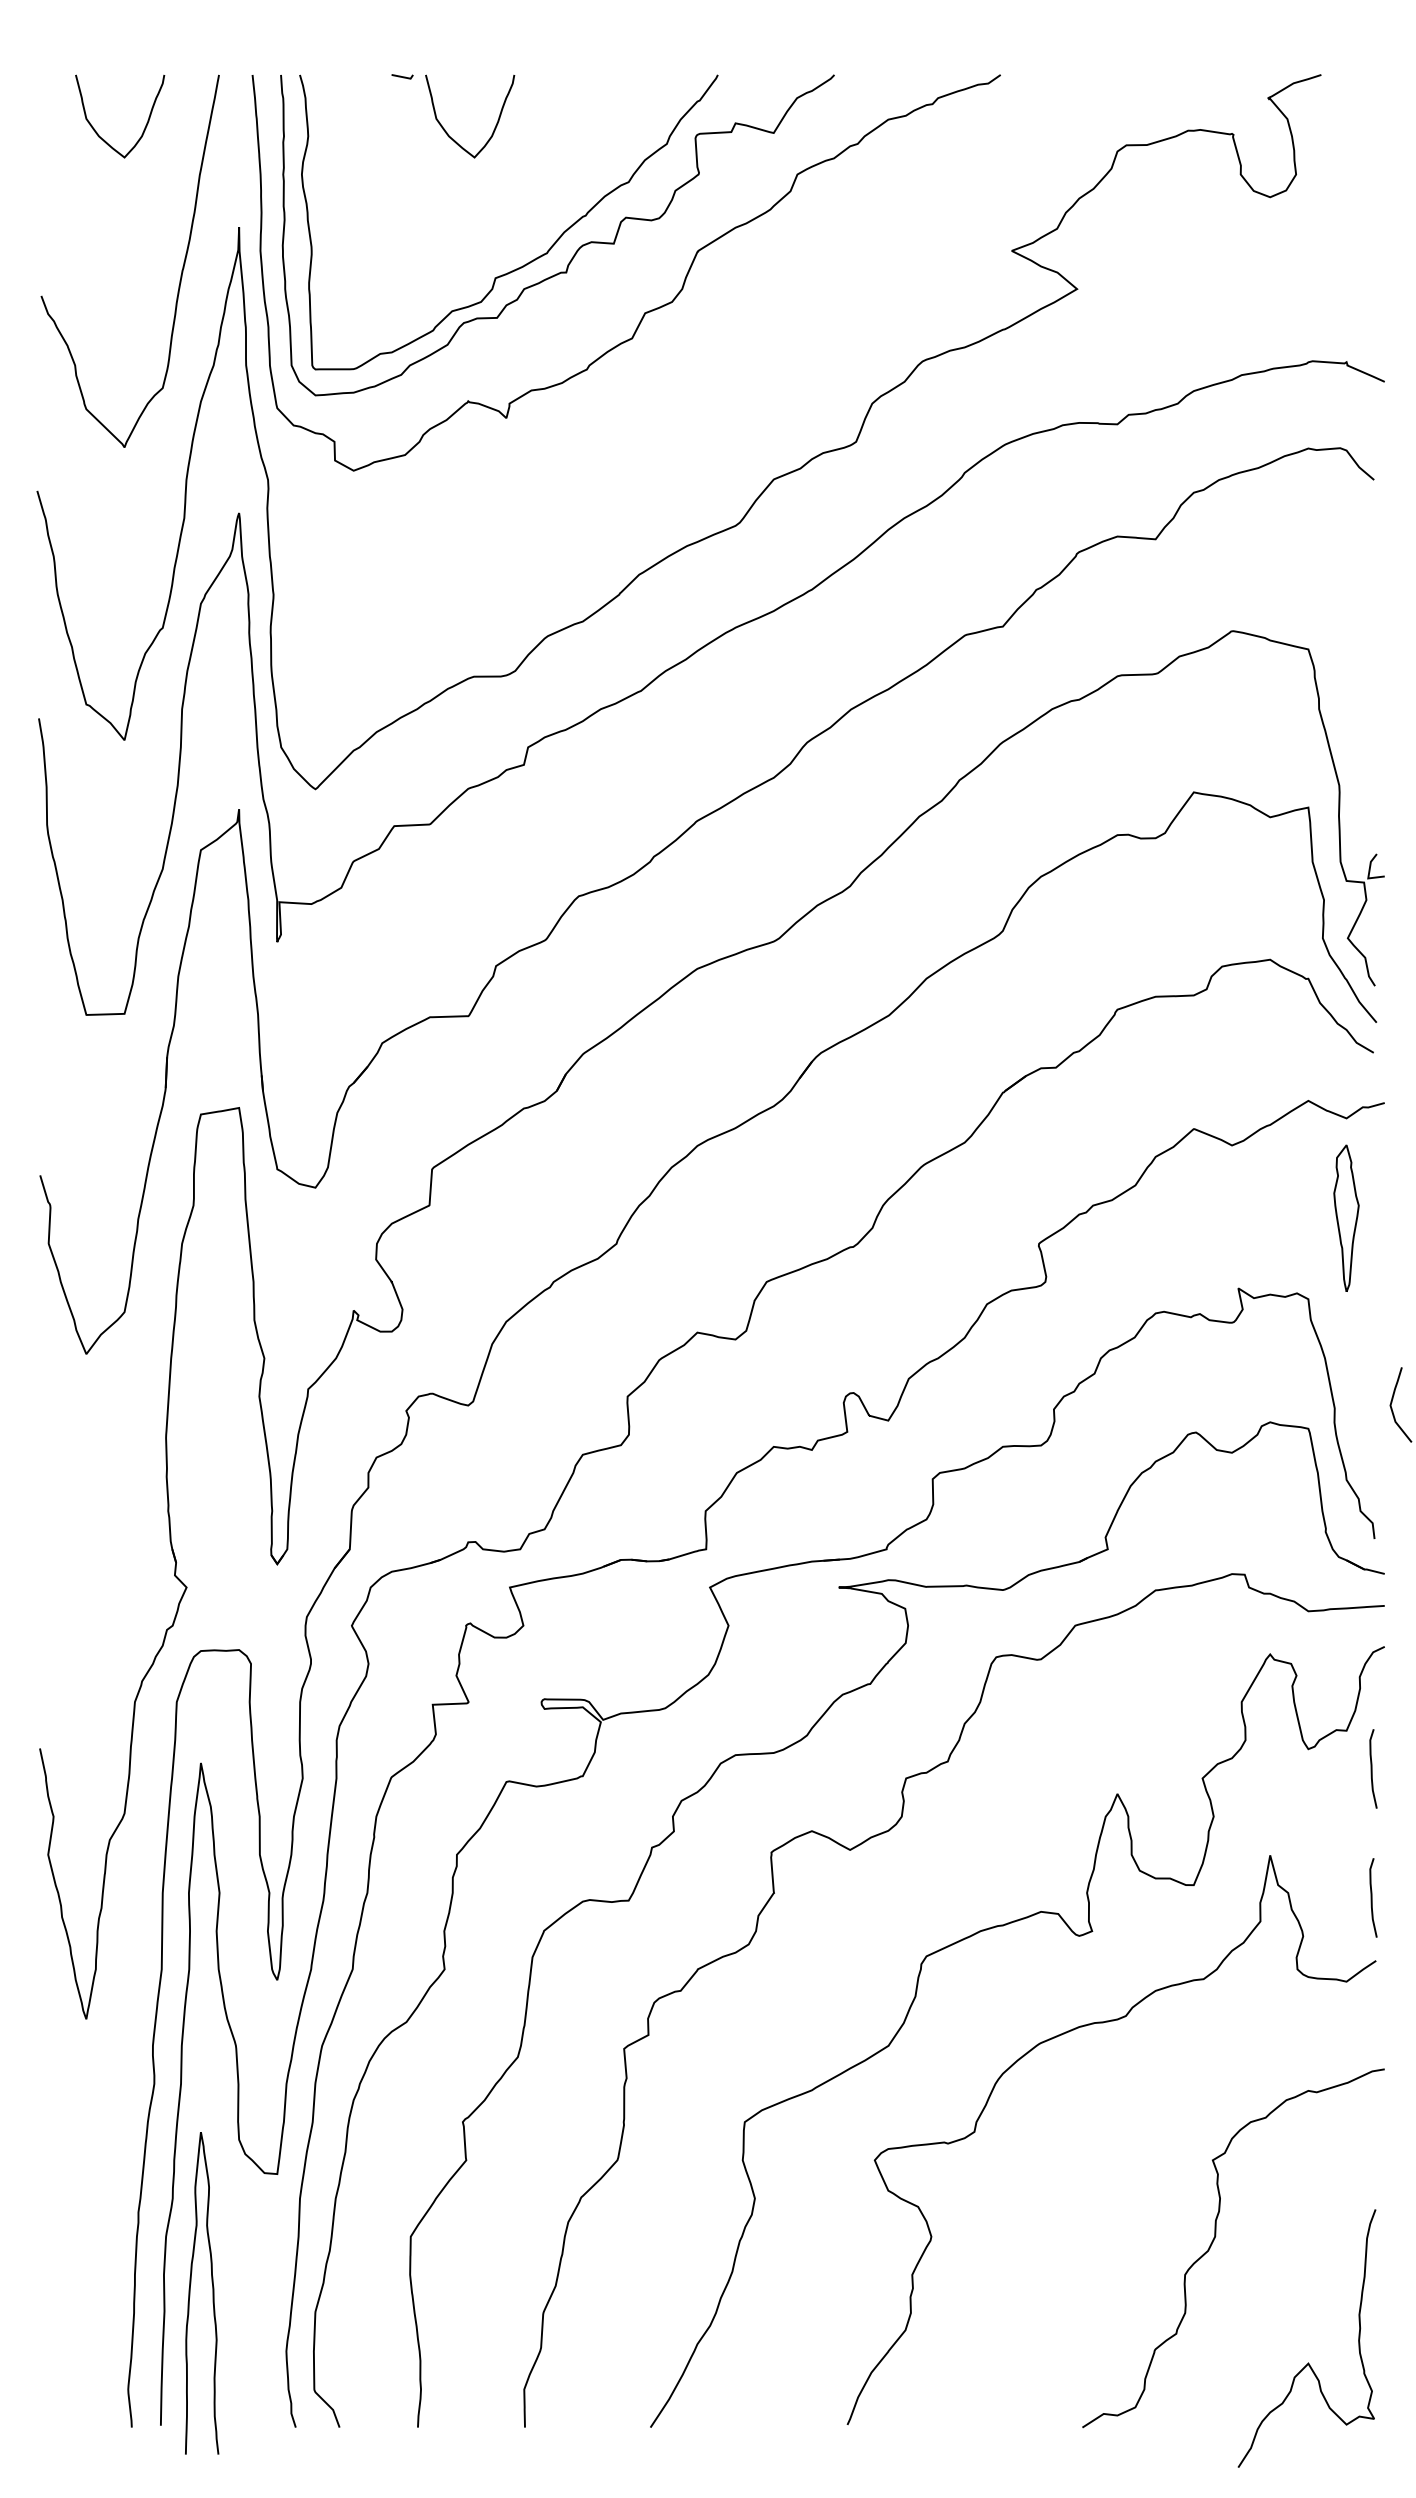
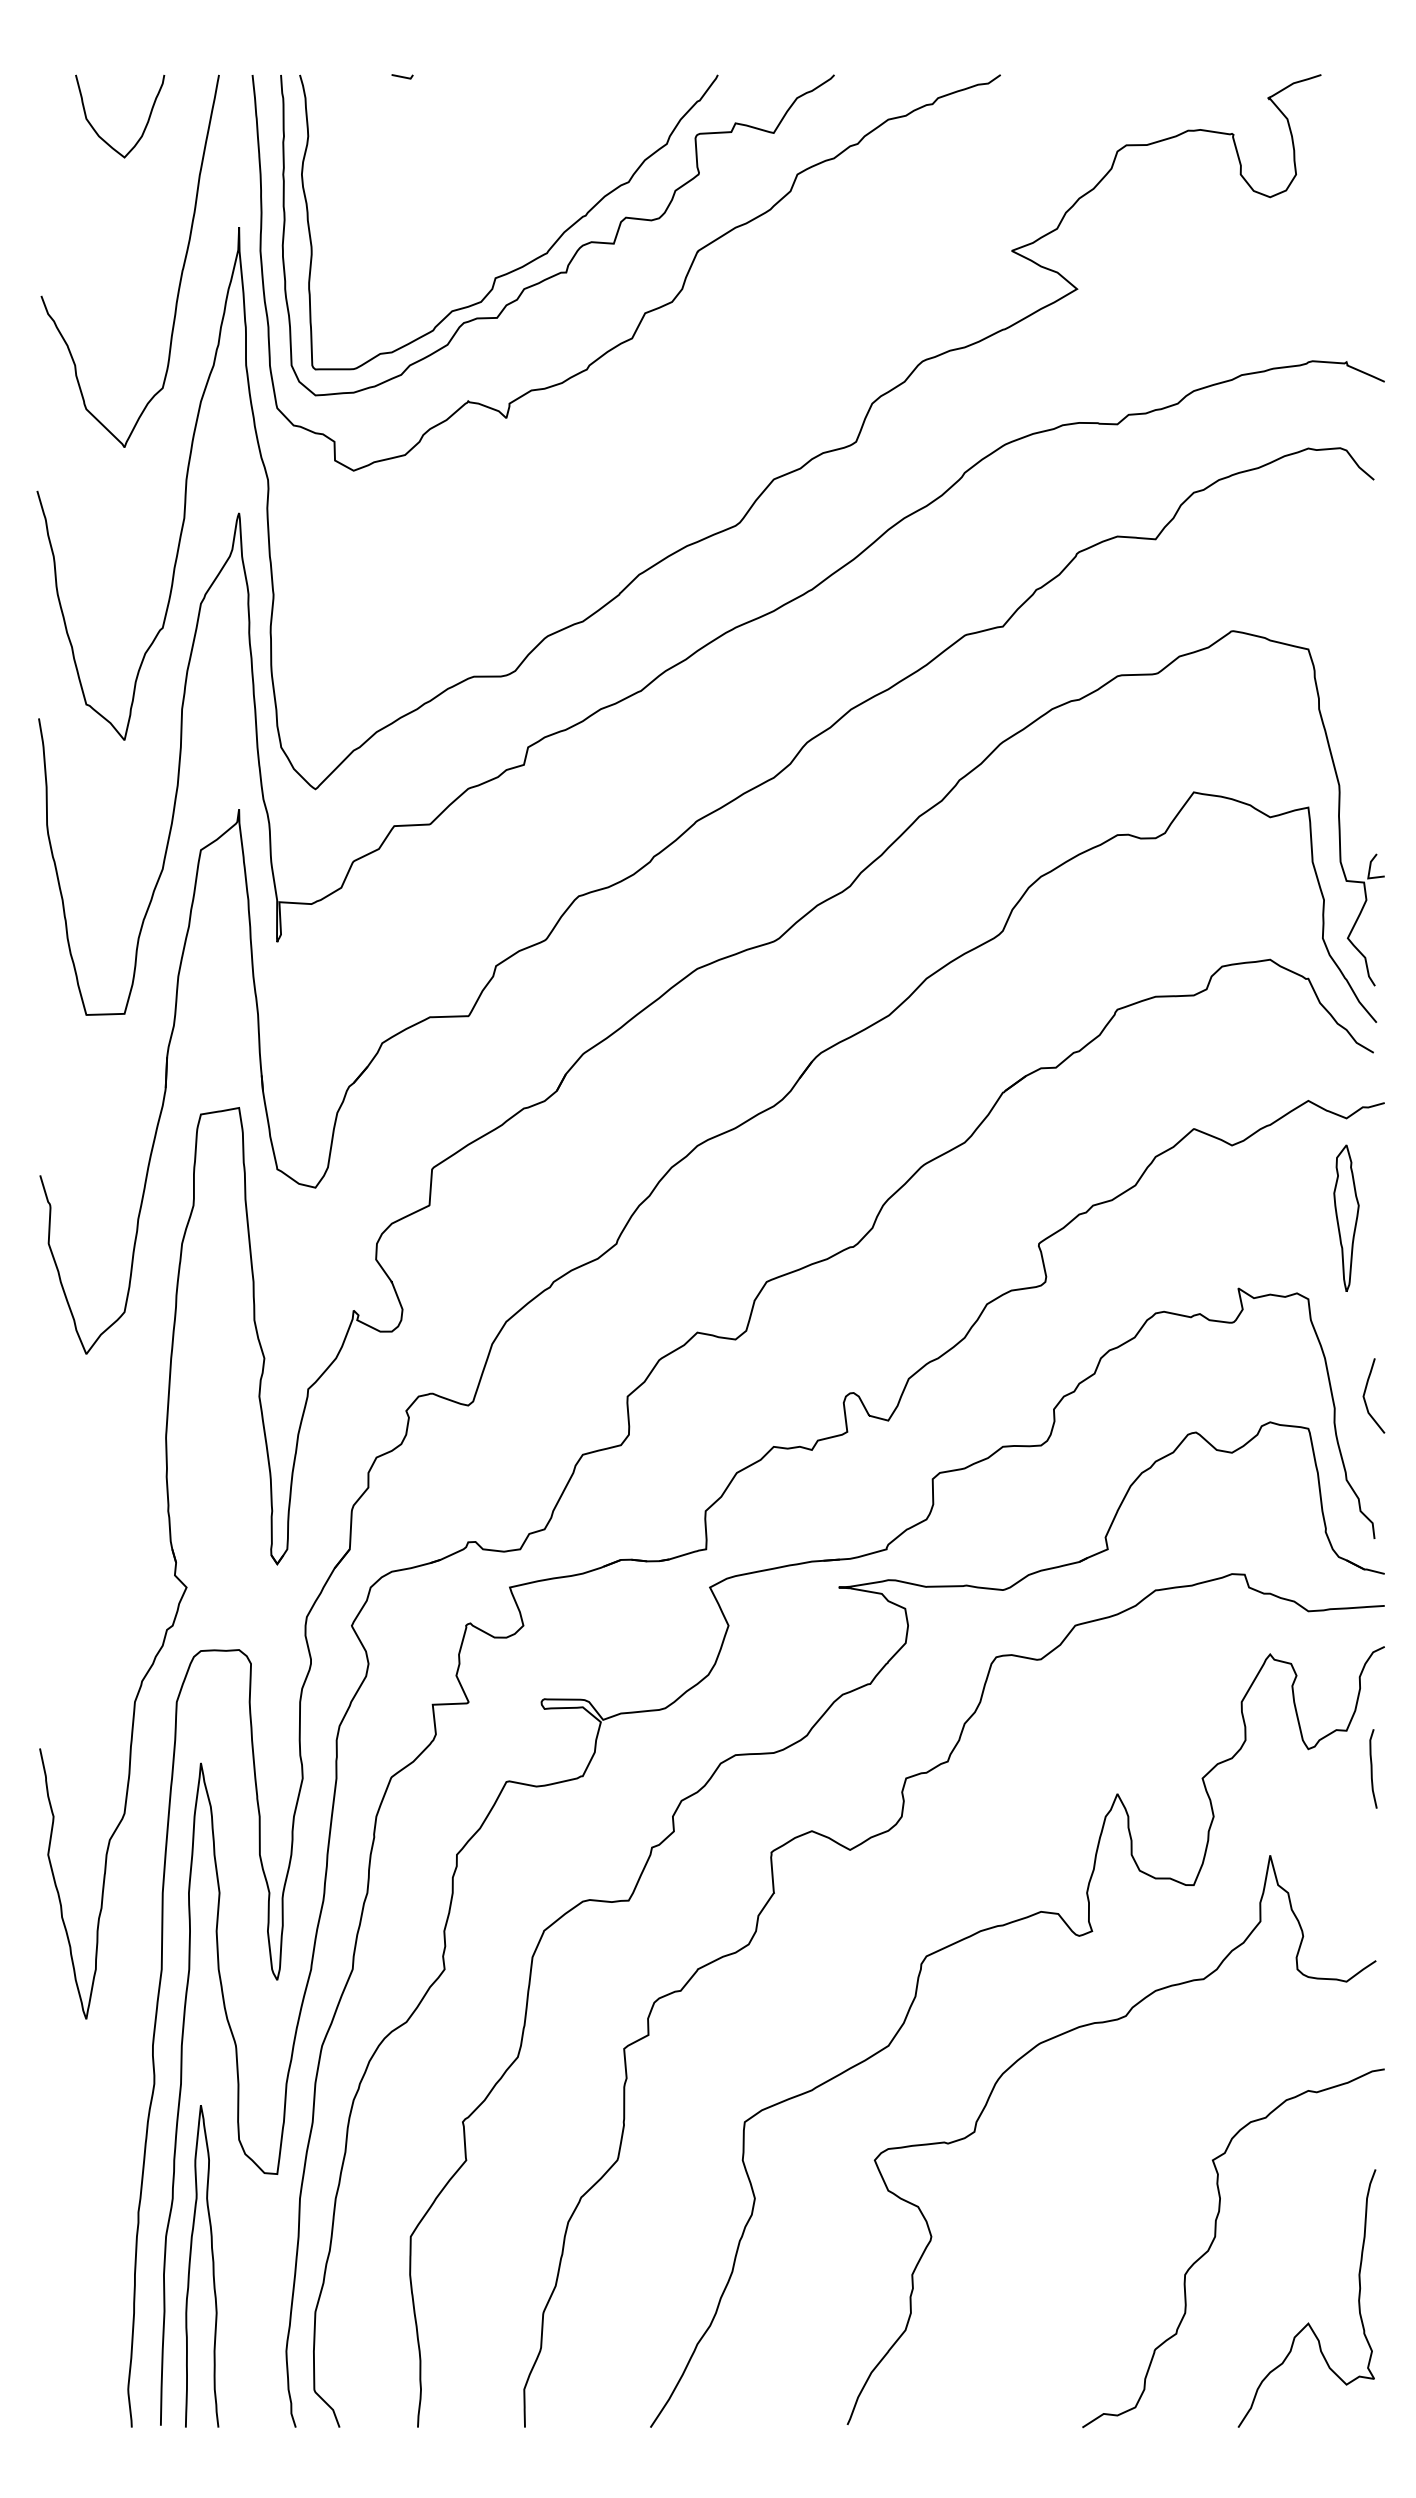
curve at (494, 127): present -> none
curve at (1392, 1402) position: (1392, 1402) -> (1365, 1393)
curve at (1372, 1897): present -> none
curve at (212, 2293) position: (212, 2293) -> (212, 2266)
curve at (1308, 2362) position: (1308, 2362) -> (1308, 2322)
